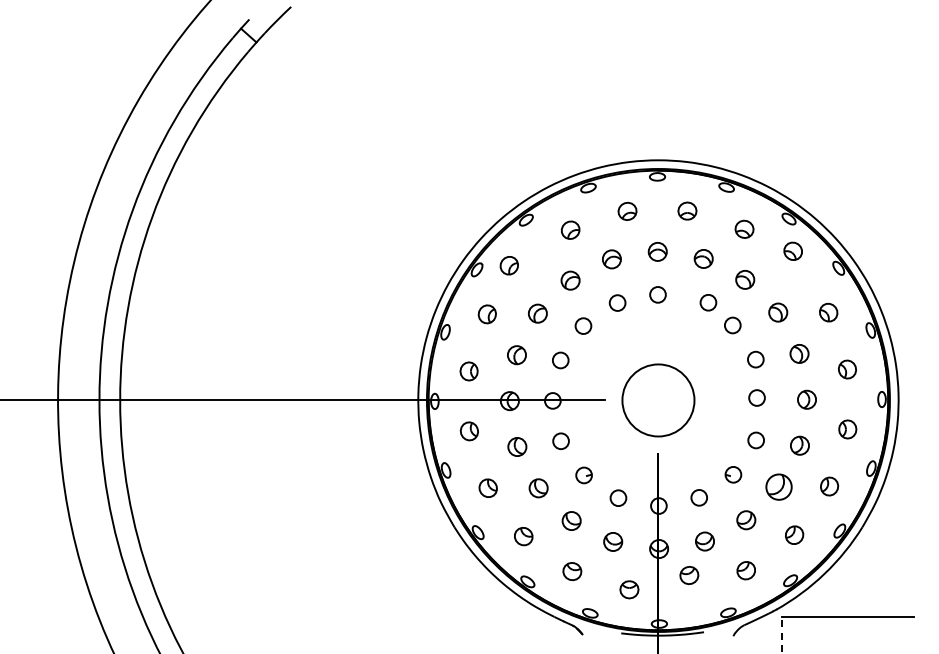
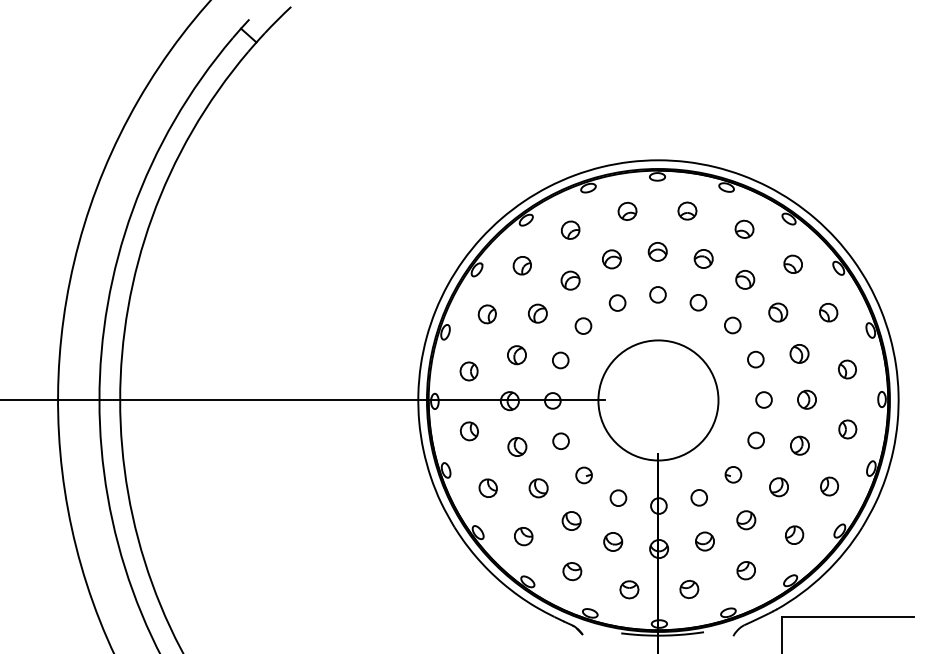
part at (792, 250) position: (792, 250) -> (792, 263)
part at (508, 265) position: (508, 265) -> (521, 265)
circle at (708, 302) position: (708, 302) -> (698, 302)
circle at (756, 397) position: (756, 397) -> (763, 399)
circle at (658, 400) diameter: 72 px -> 120 px
part at (778, 486) size: 28x28 px -> 20x21 px
part at (689, 575) position: (689, 575) -> (689, 589)
line at (781, 635): dashed -> solid
